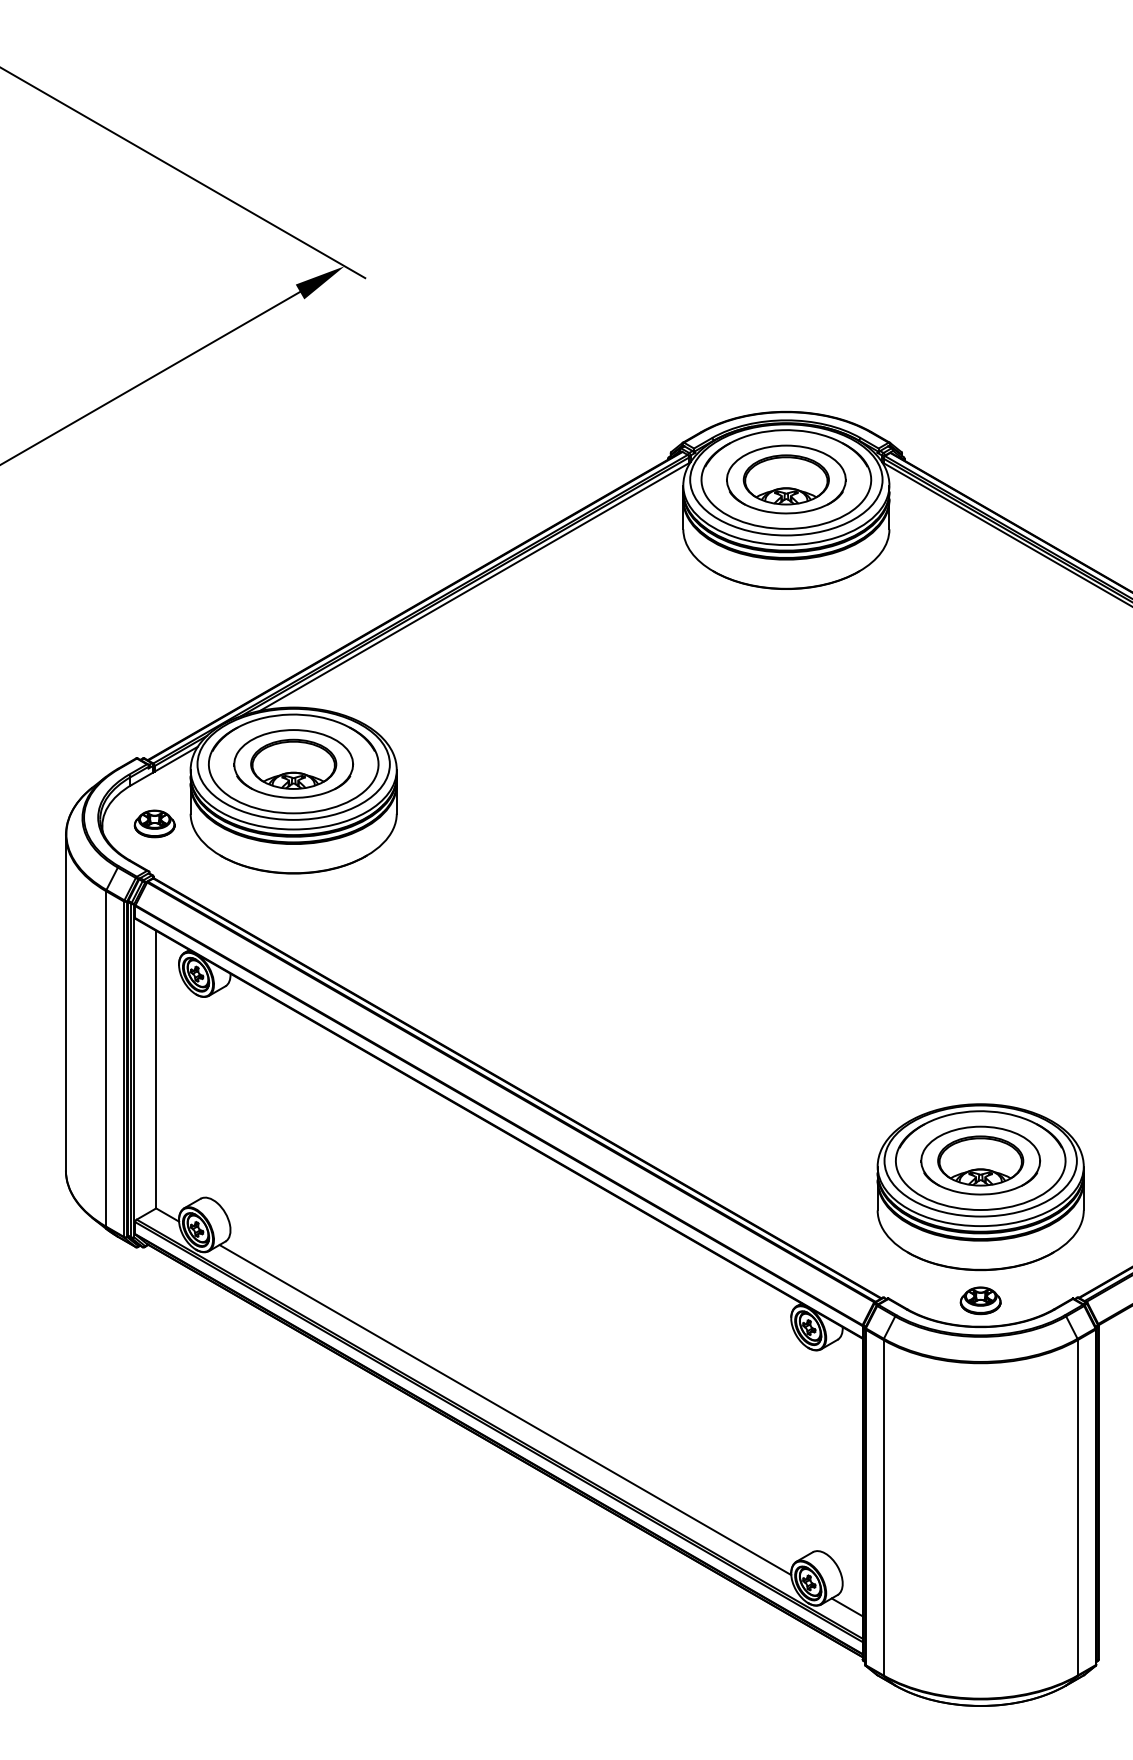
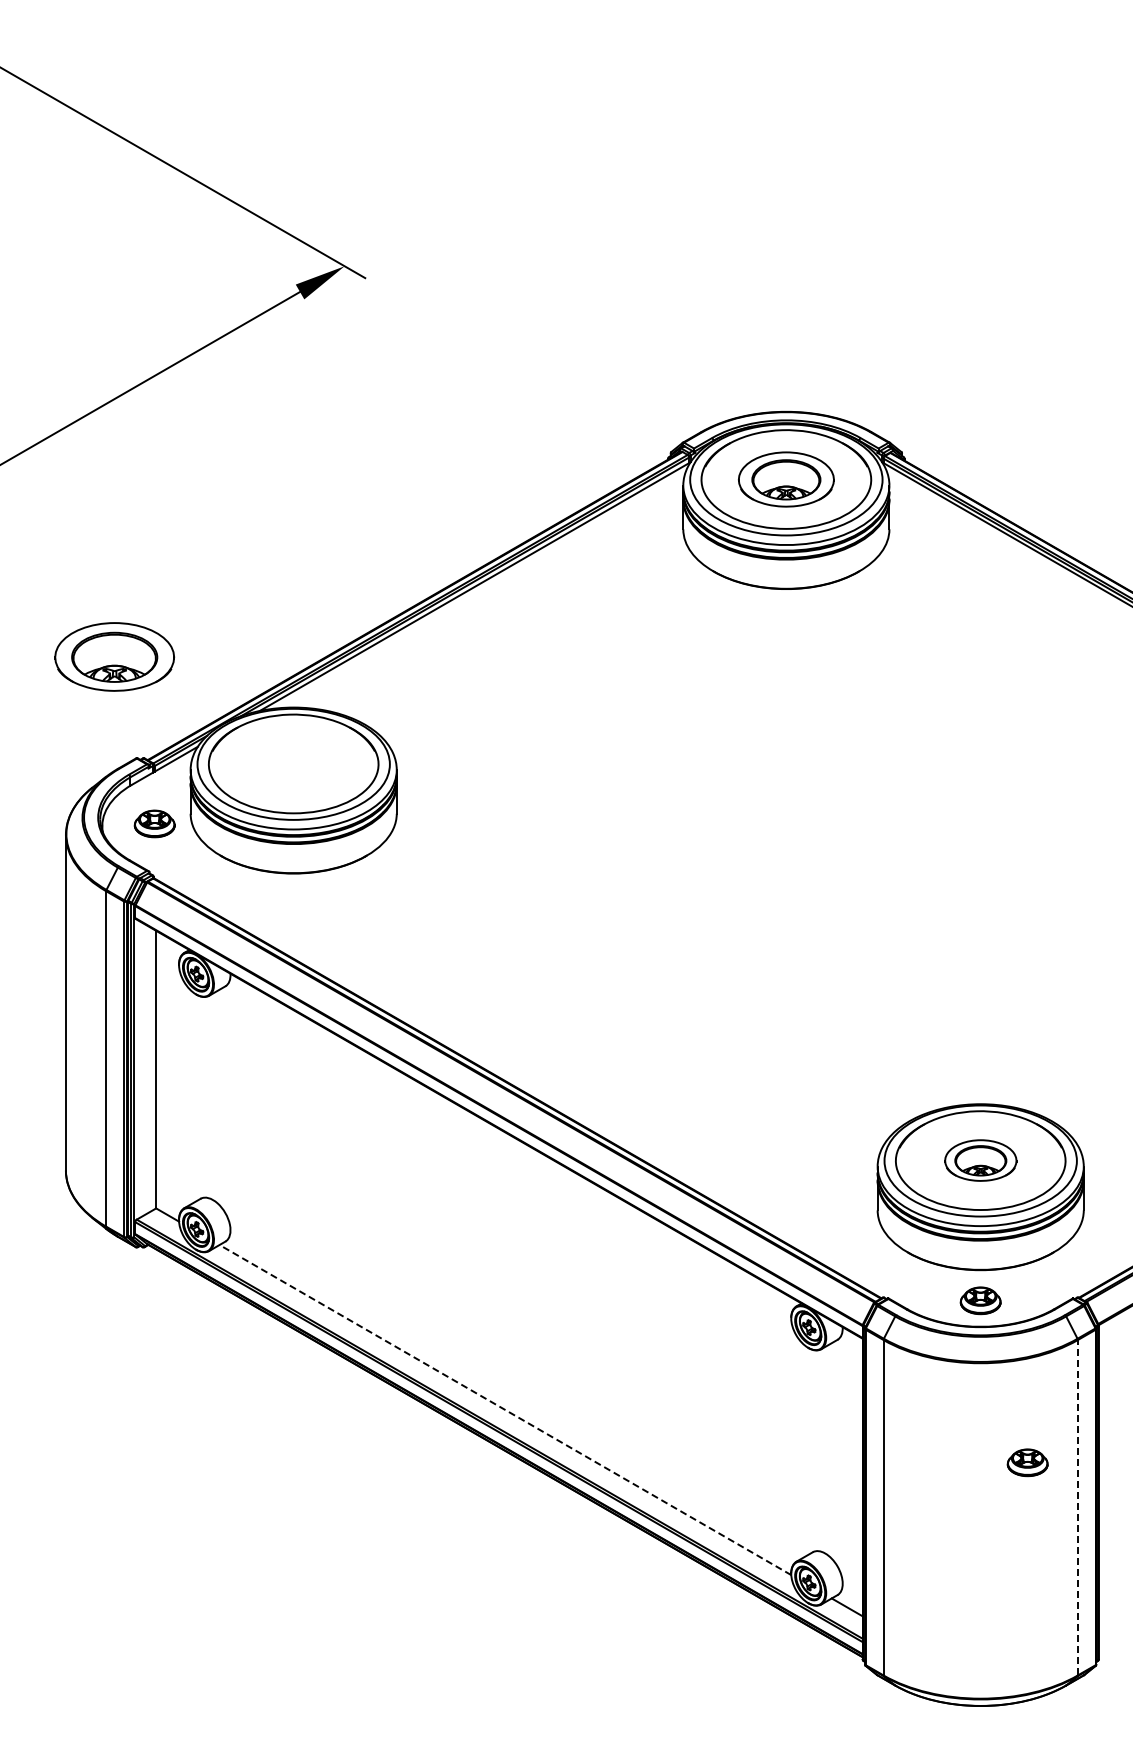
part at (786, 479) size: 121x71 px -> 97x57 px
part at (293, 763) position: (293, 763) -> (114, 656)
part at (980, 1160) size: 122x71 px -> 74x43 px
line at (504, 1409): solid -> dashed
part at (1027, 1462): none -> present
line at (1077, 1507): solid -> dashed
